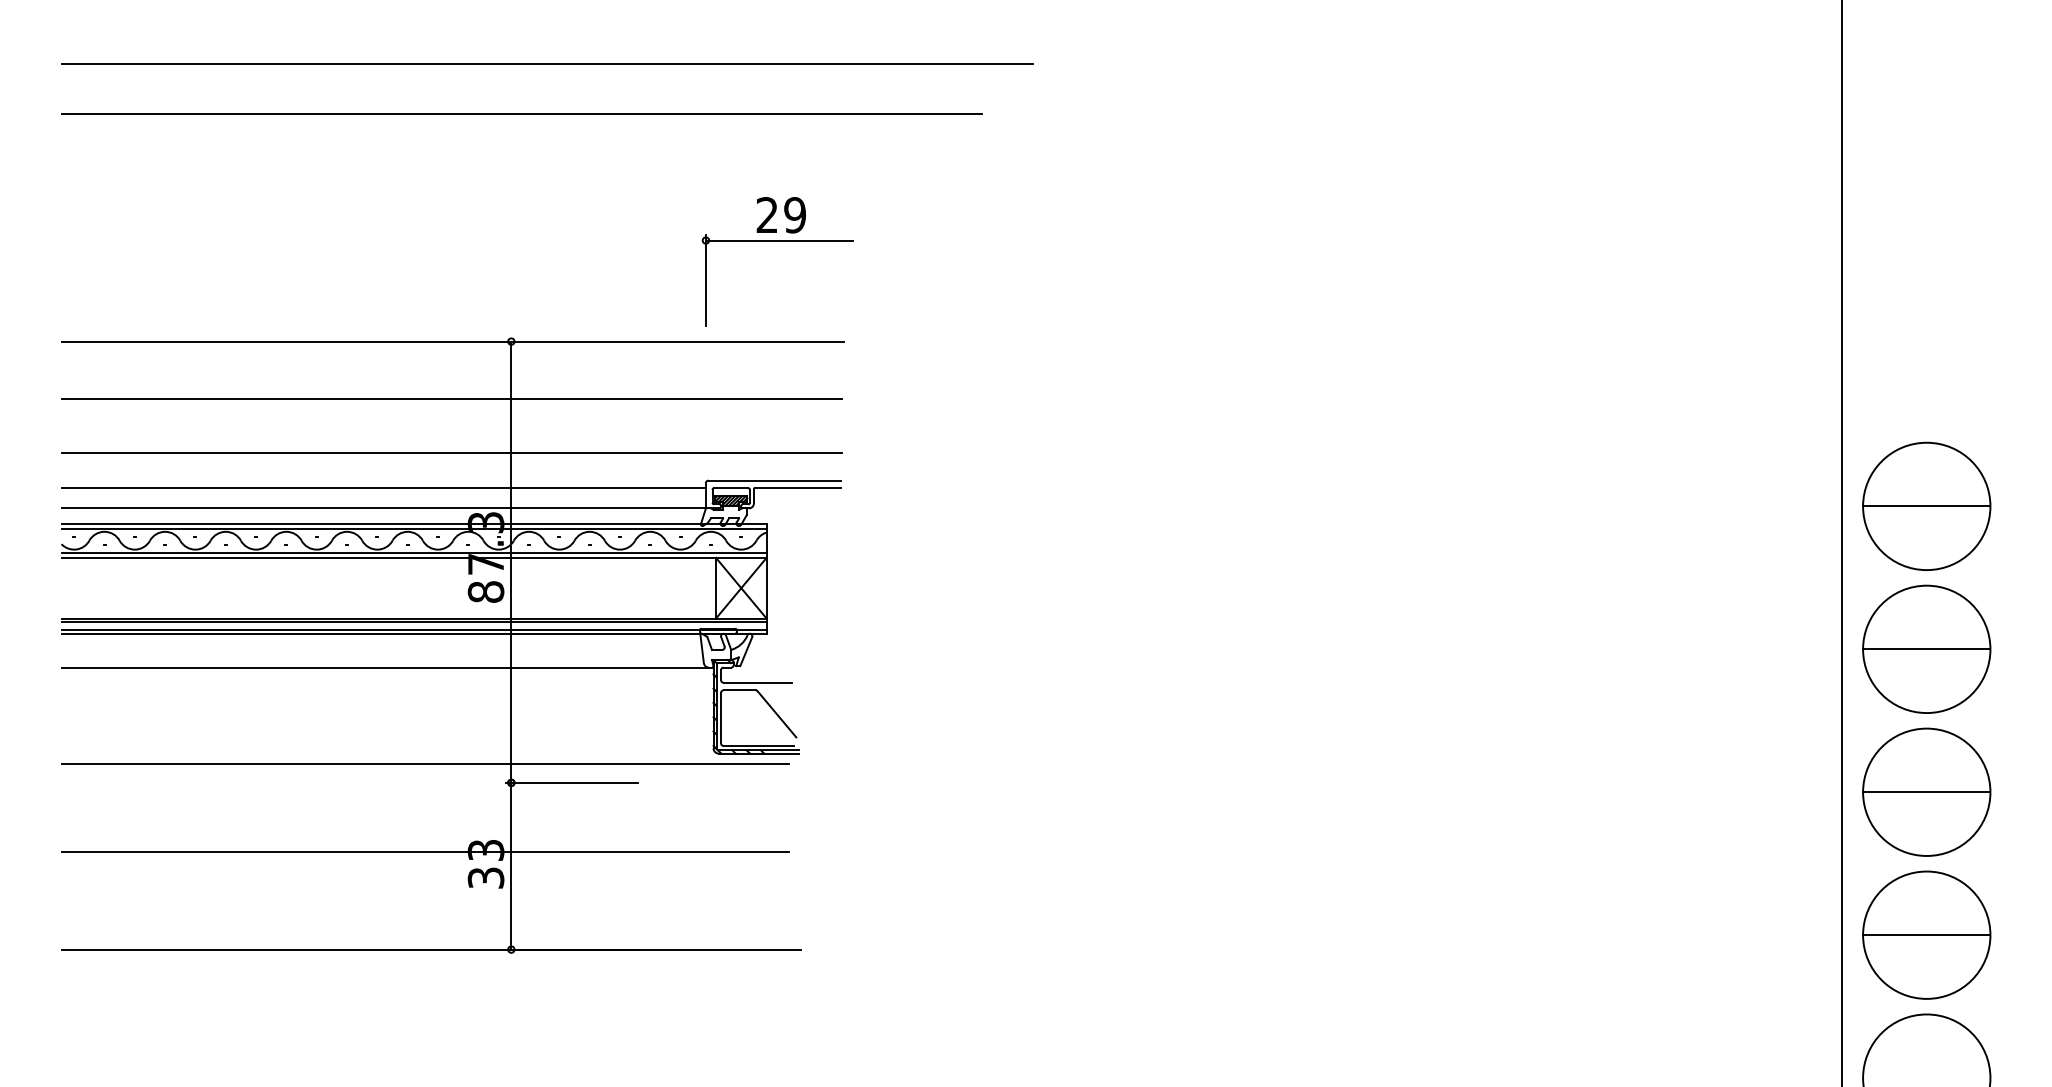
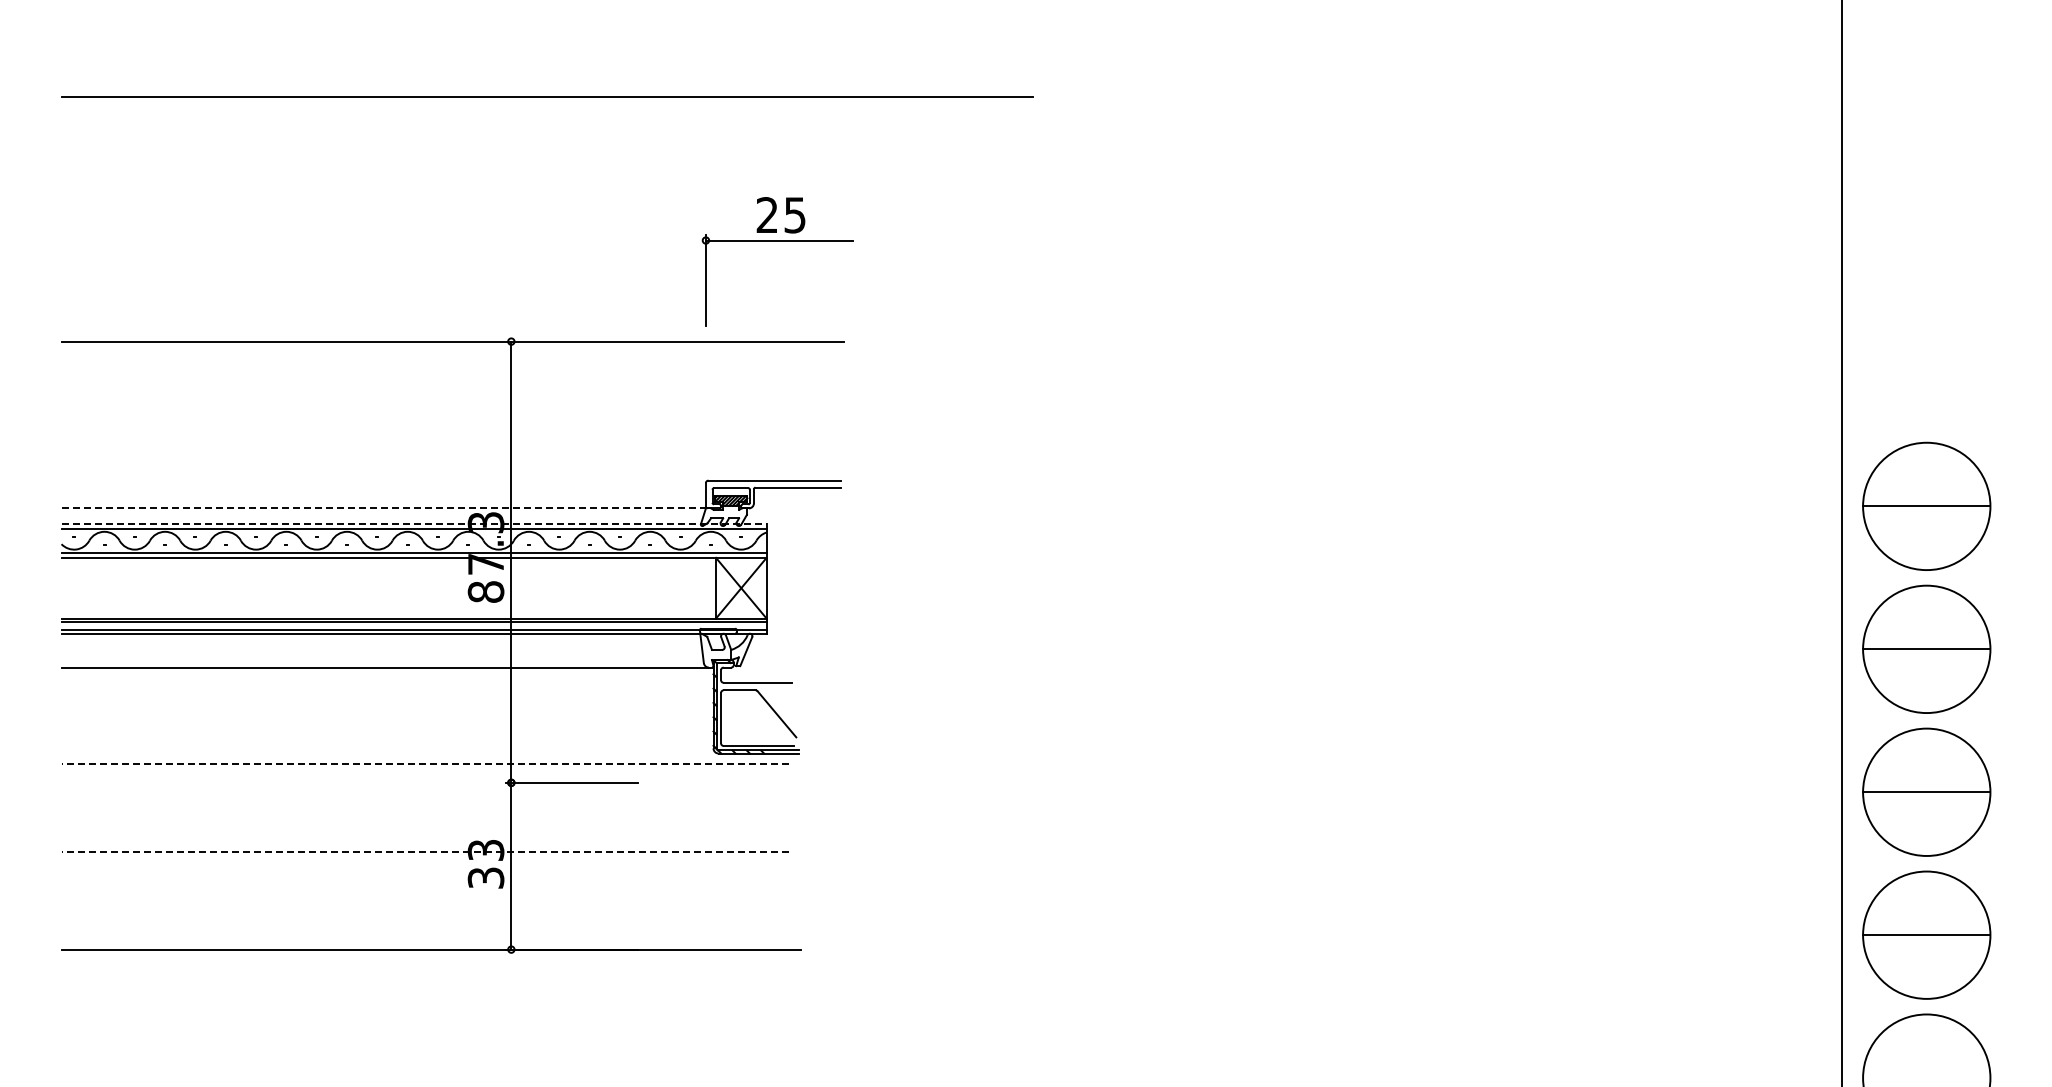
line at (547, 63) position: (547, 63) -> (547, 96)
line at (521, 113): present -> none
text at (794, 215): 29 -> 25
line at (451, 398): present -> none
line at (451, 453): present -> none
line at (383, 488): present -> none
line at (384, 508): solid -> dashed
line at (414, 523): solid -> dashed
line at (425, 763): solid -> dashed
line at (425, 852): solid -> dashed
